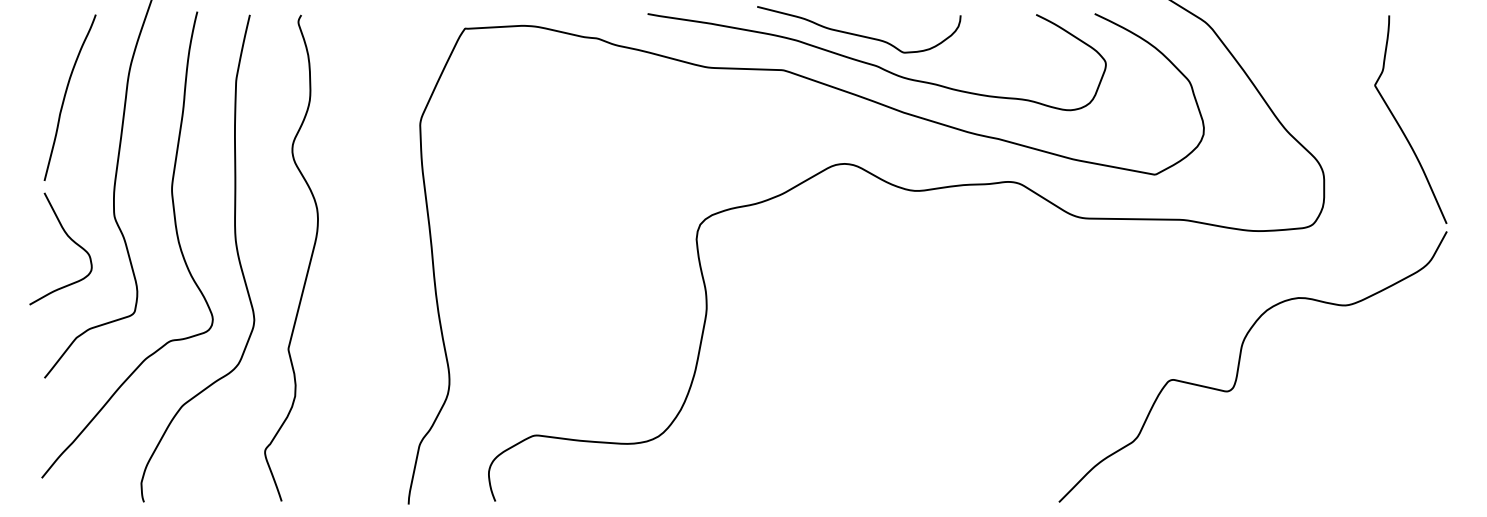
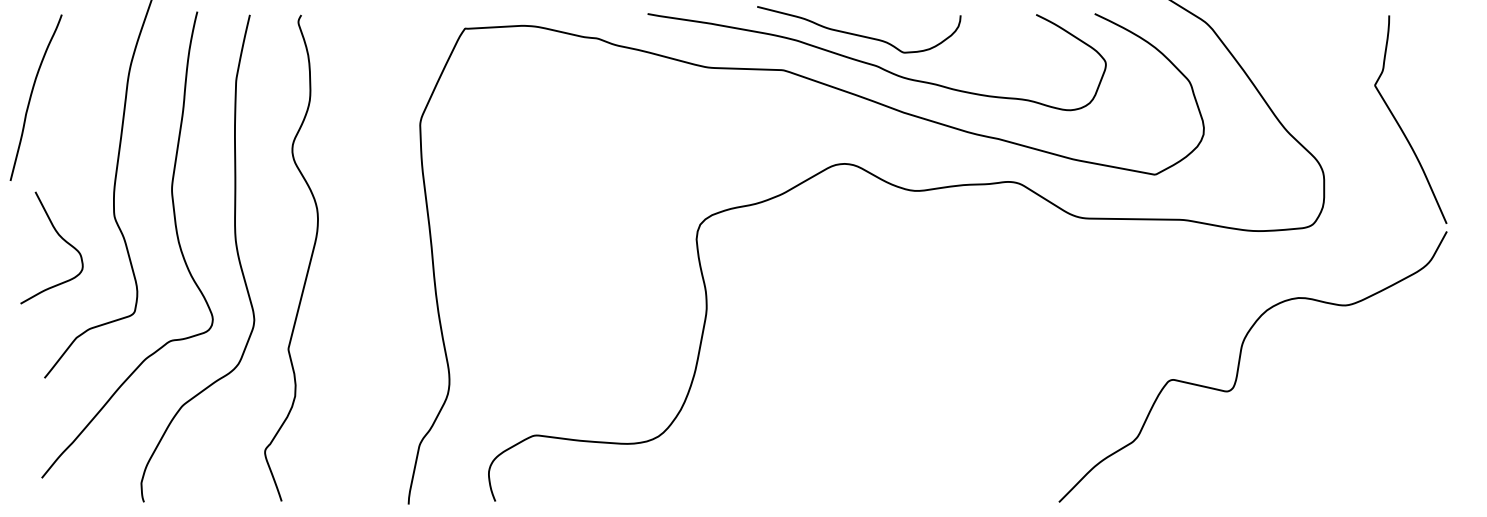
curve at (65, 97) position: (65, 97) -> (31, 97)
curve at (69, 238) position: (69, 238) -> (60, 237)
